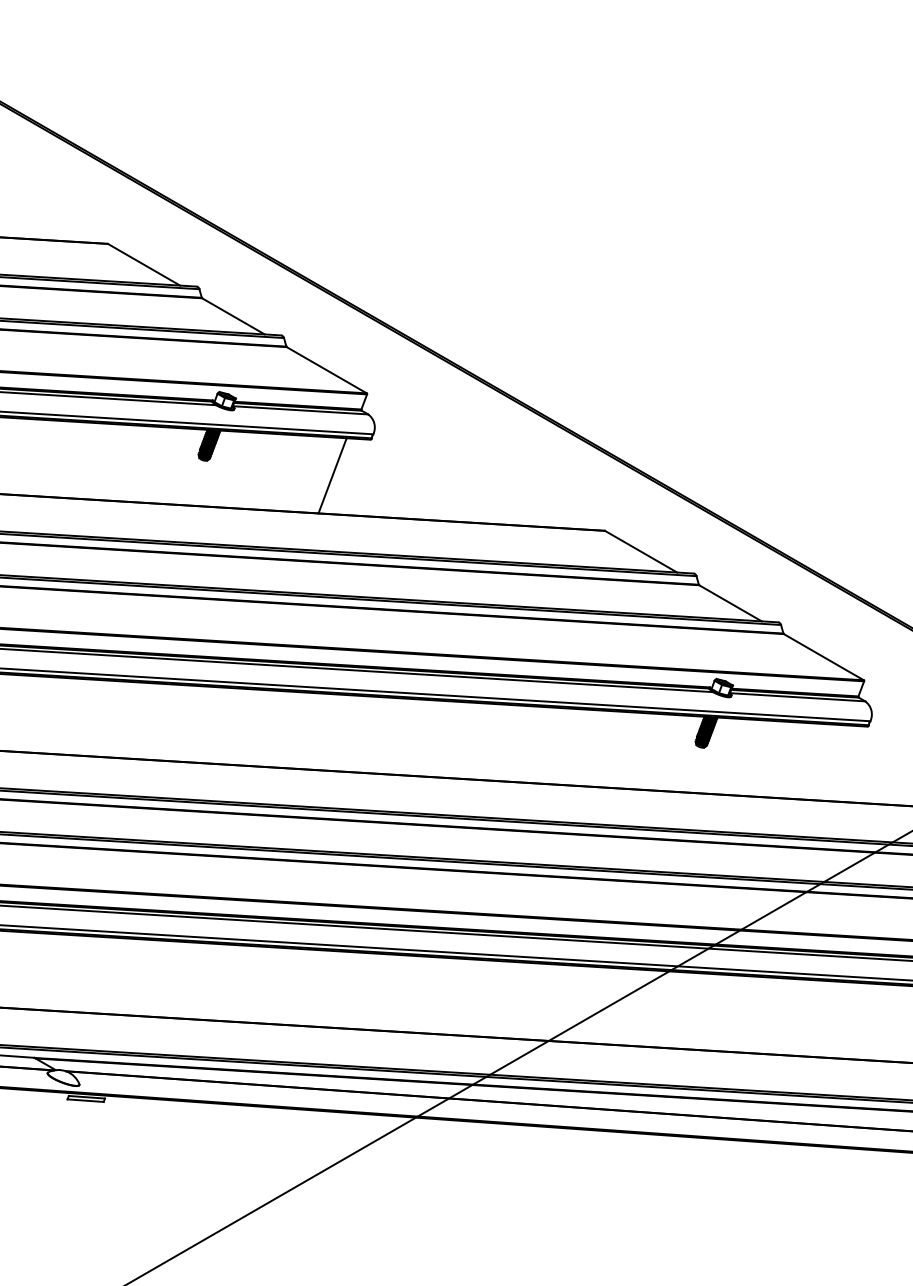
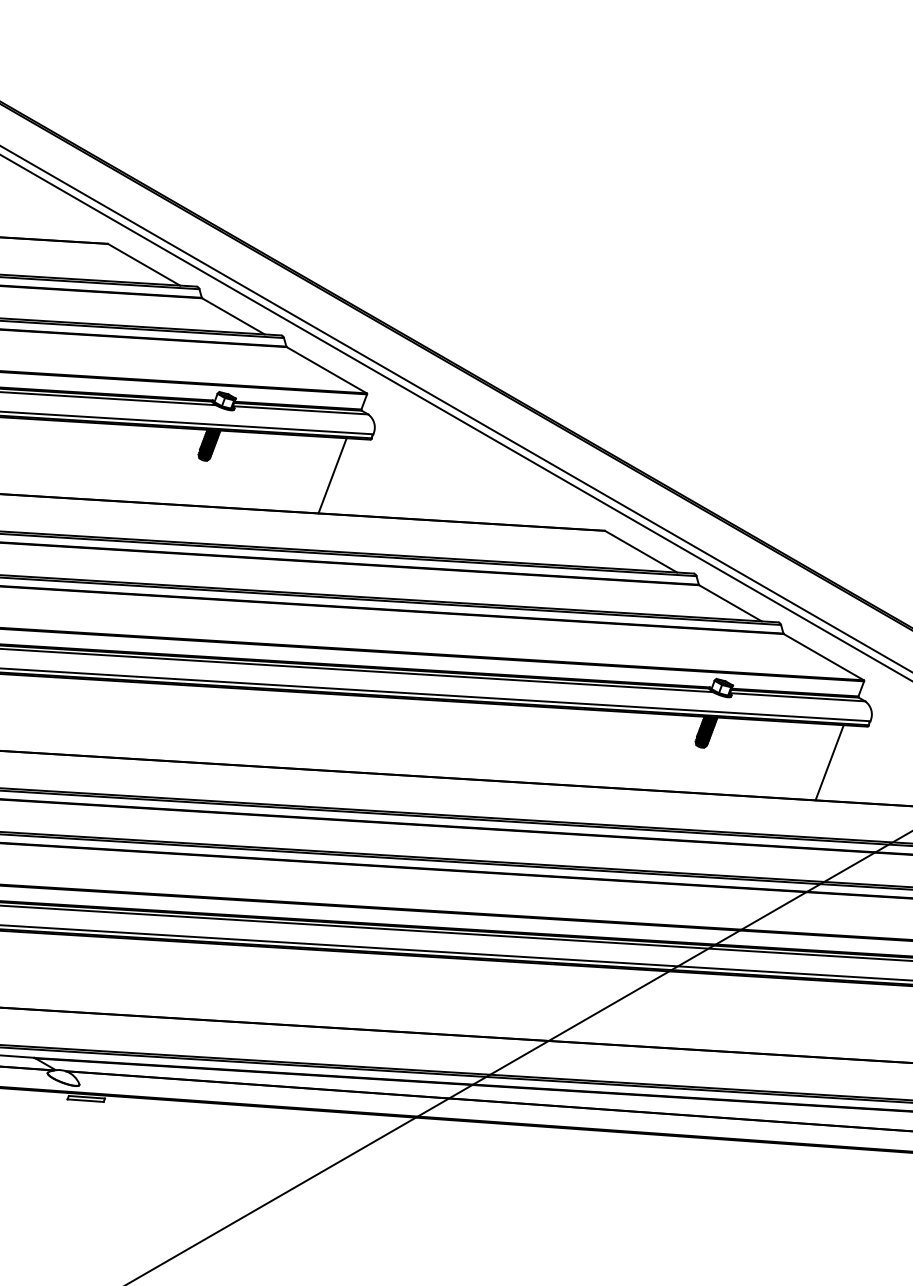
line at (455, 408): none -> present
line at (455, 417): none -> present
line at (829, 762): none -> present
